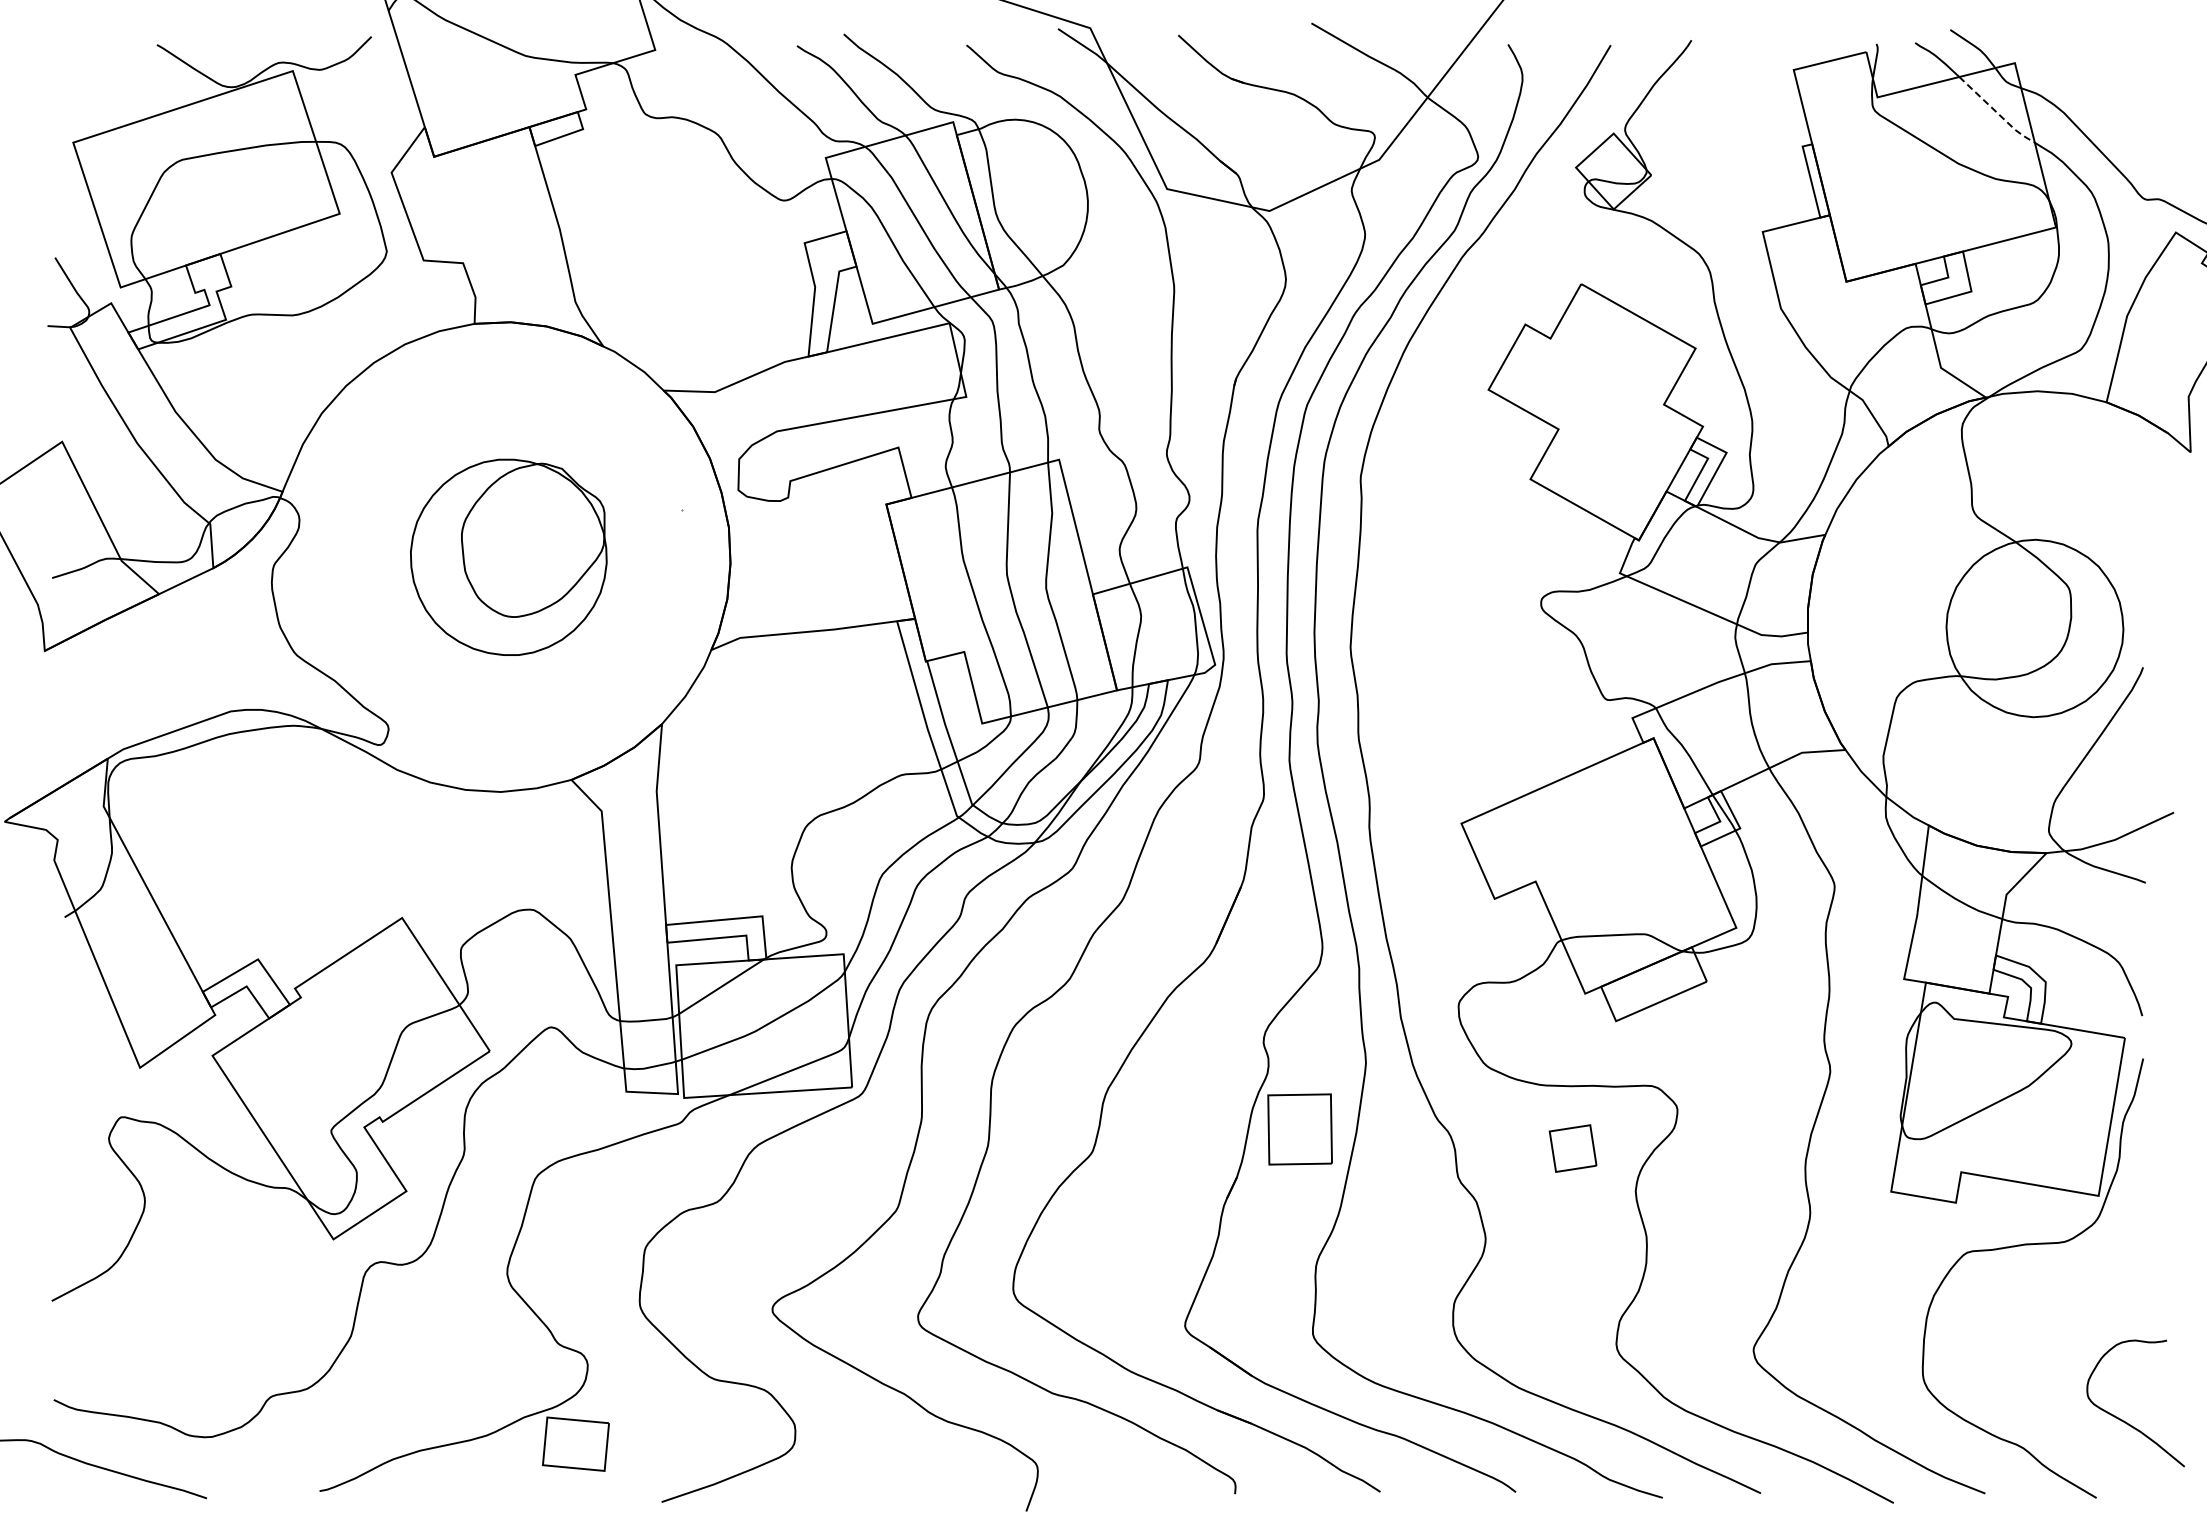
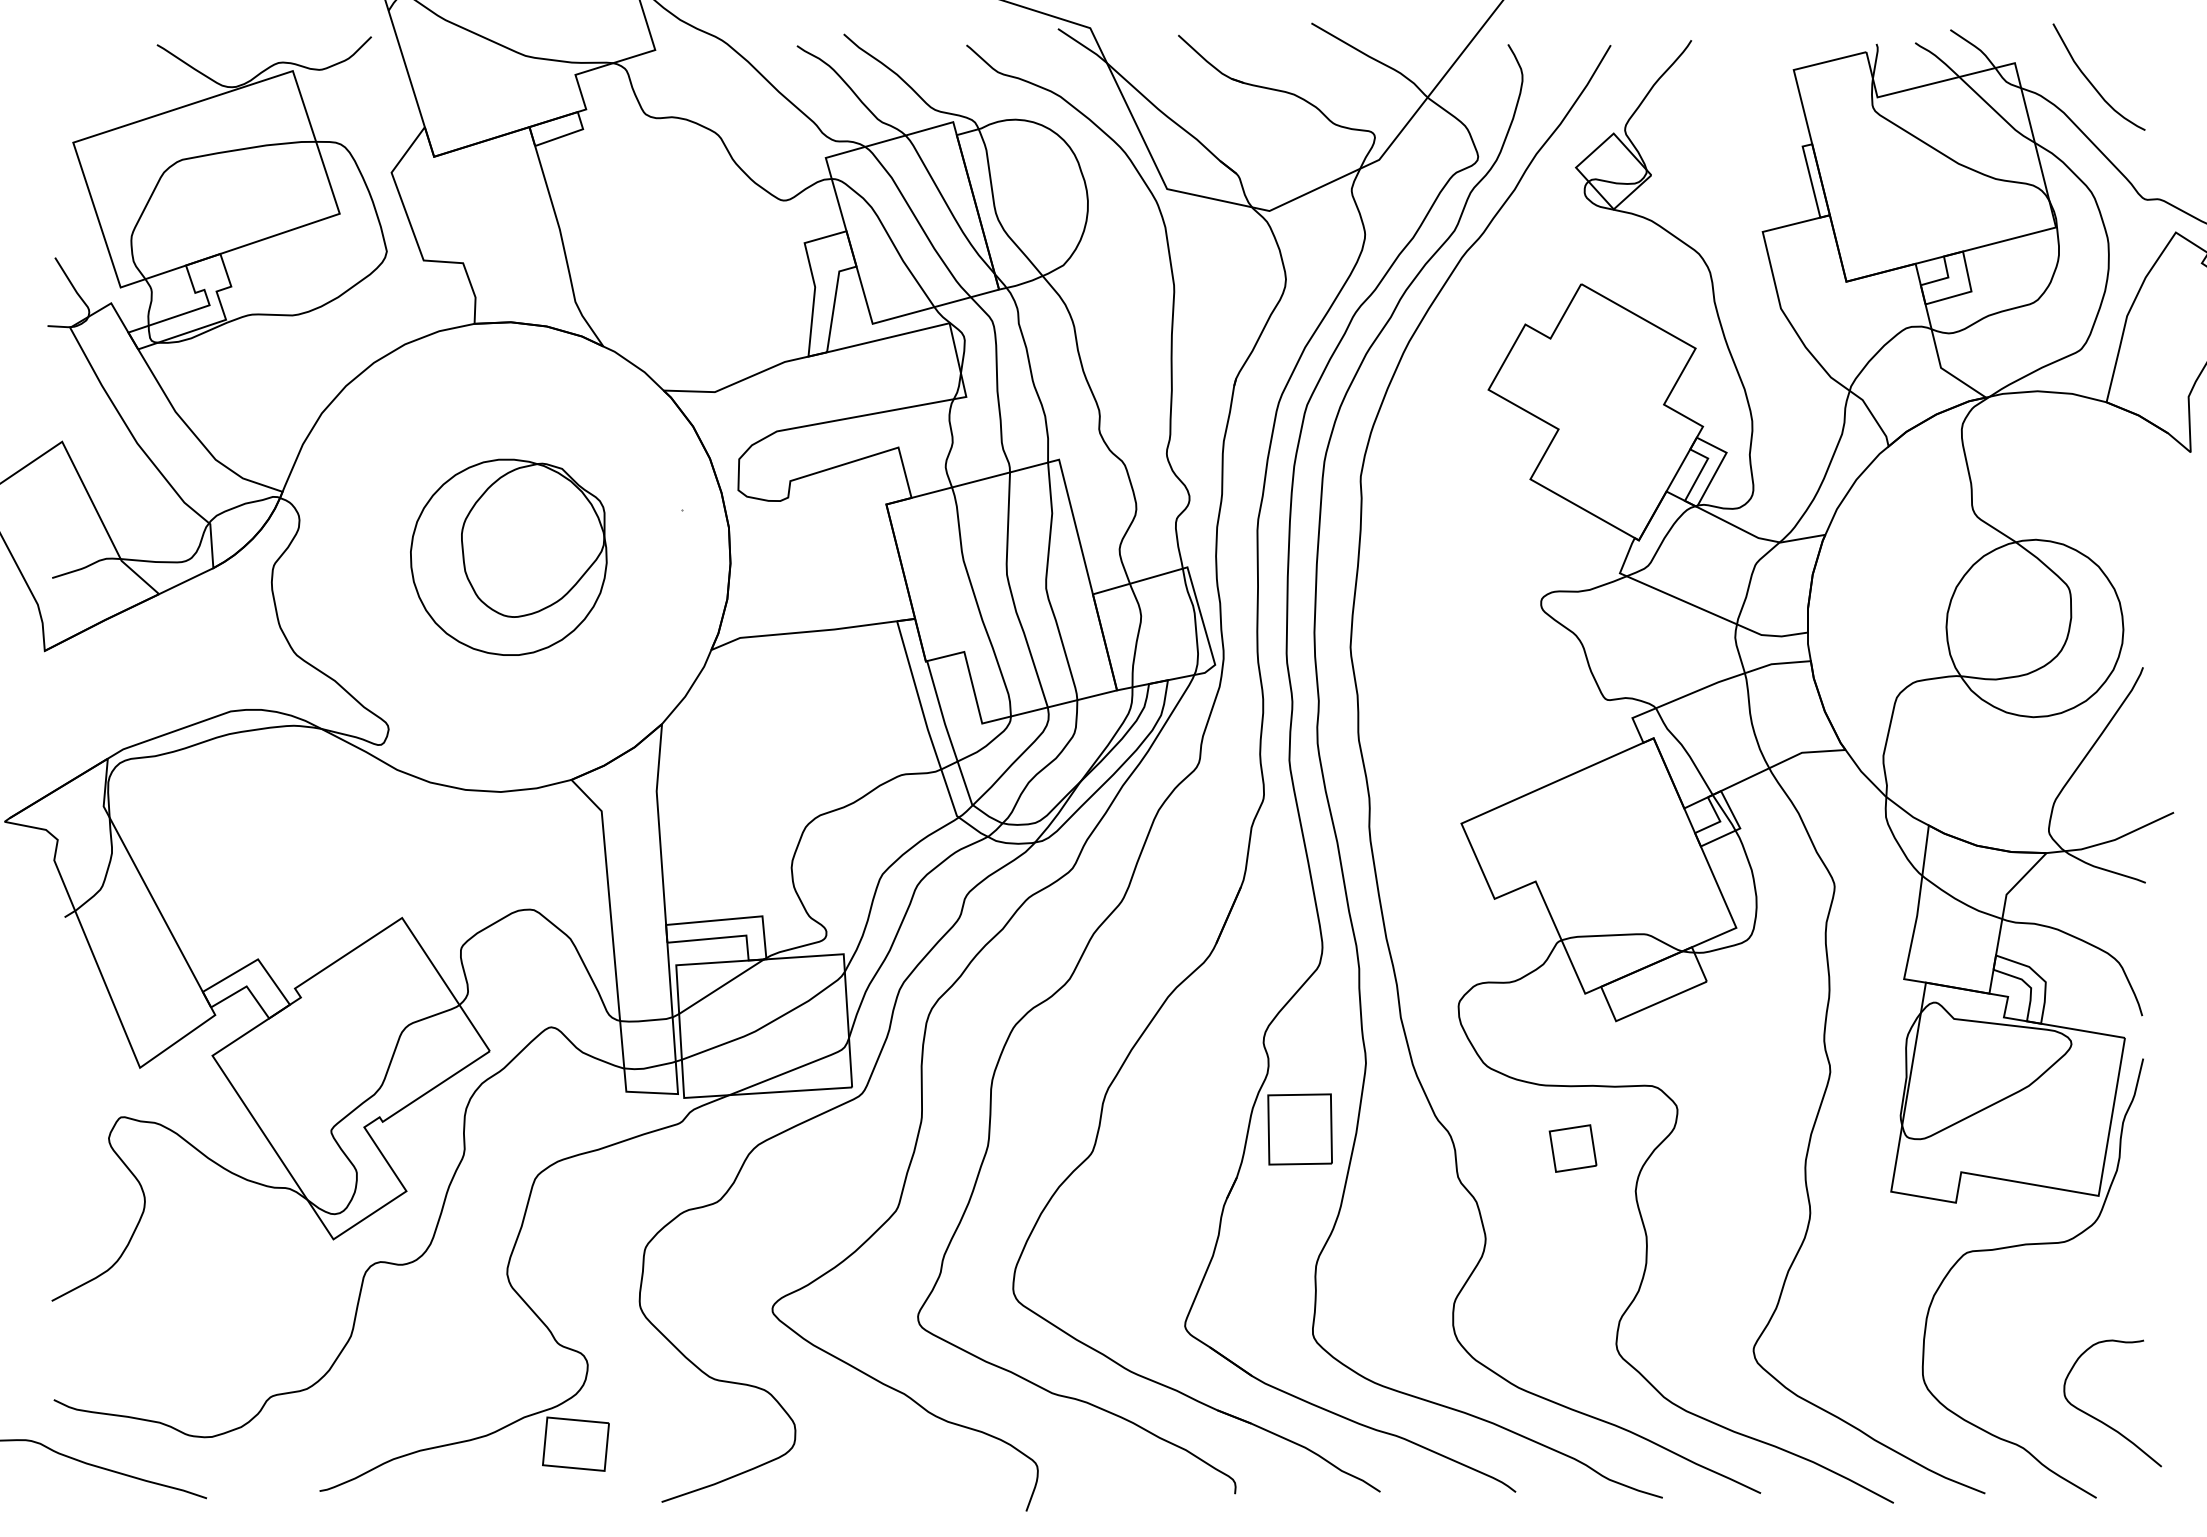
curve at (2091, 82): none -> present
line at (1997, 113): dashed -> solid
curve at (2124, 1420) position: (2124, 1420) -> (2101, 1420)
